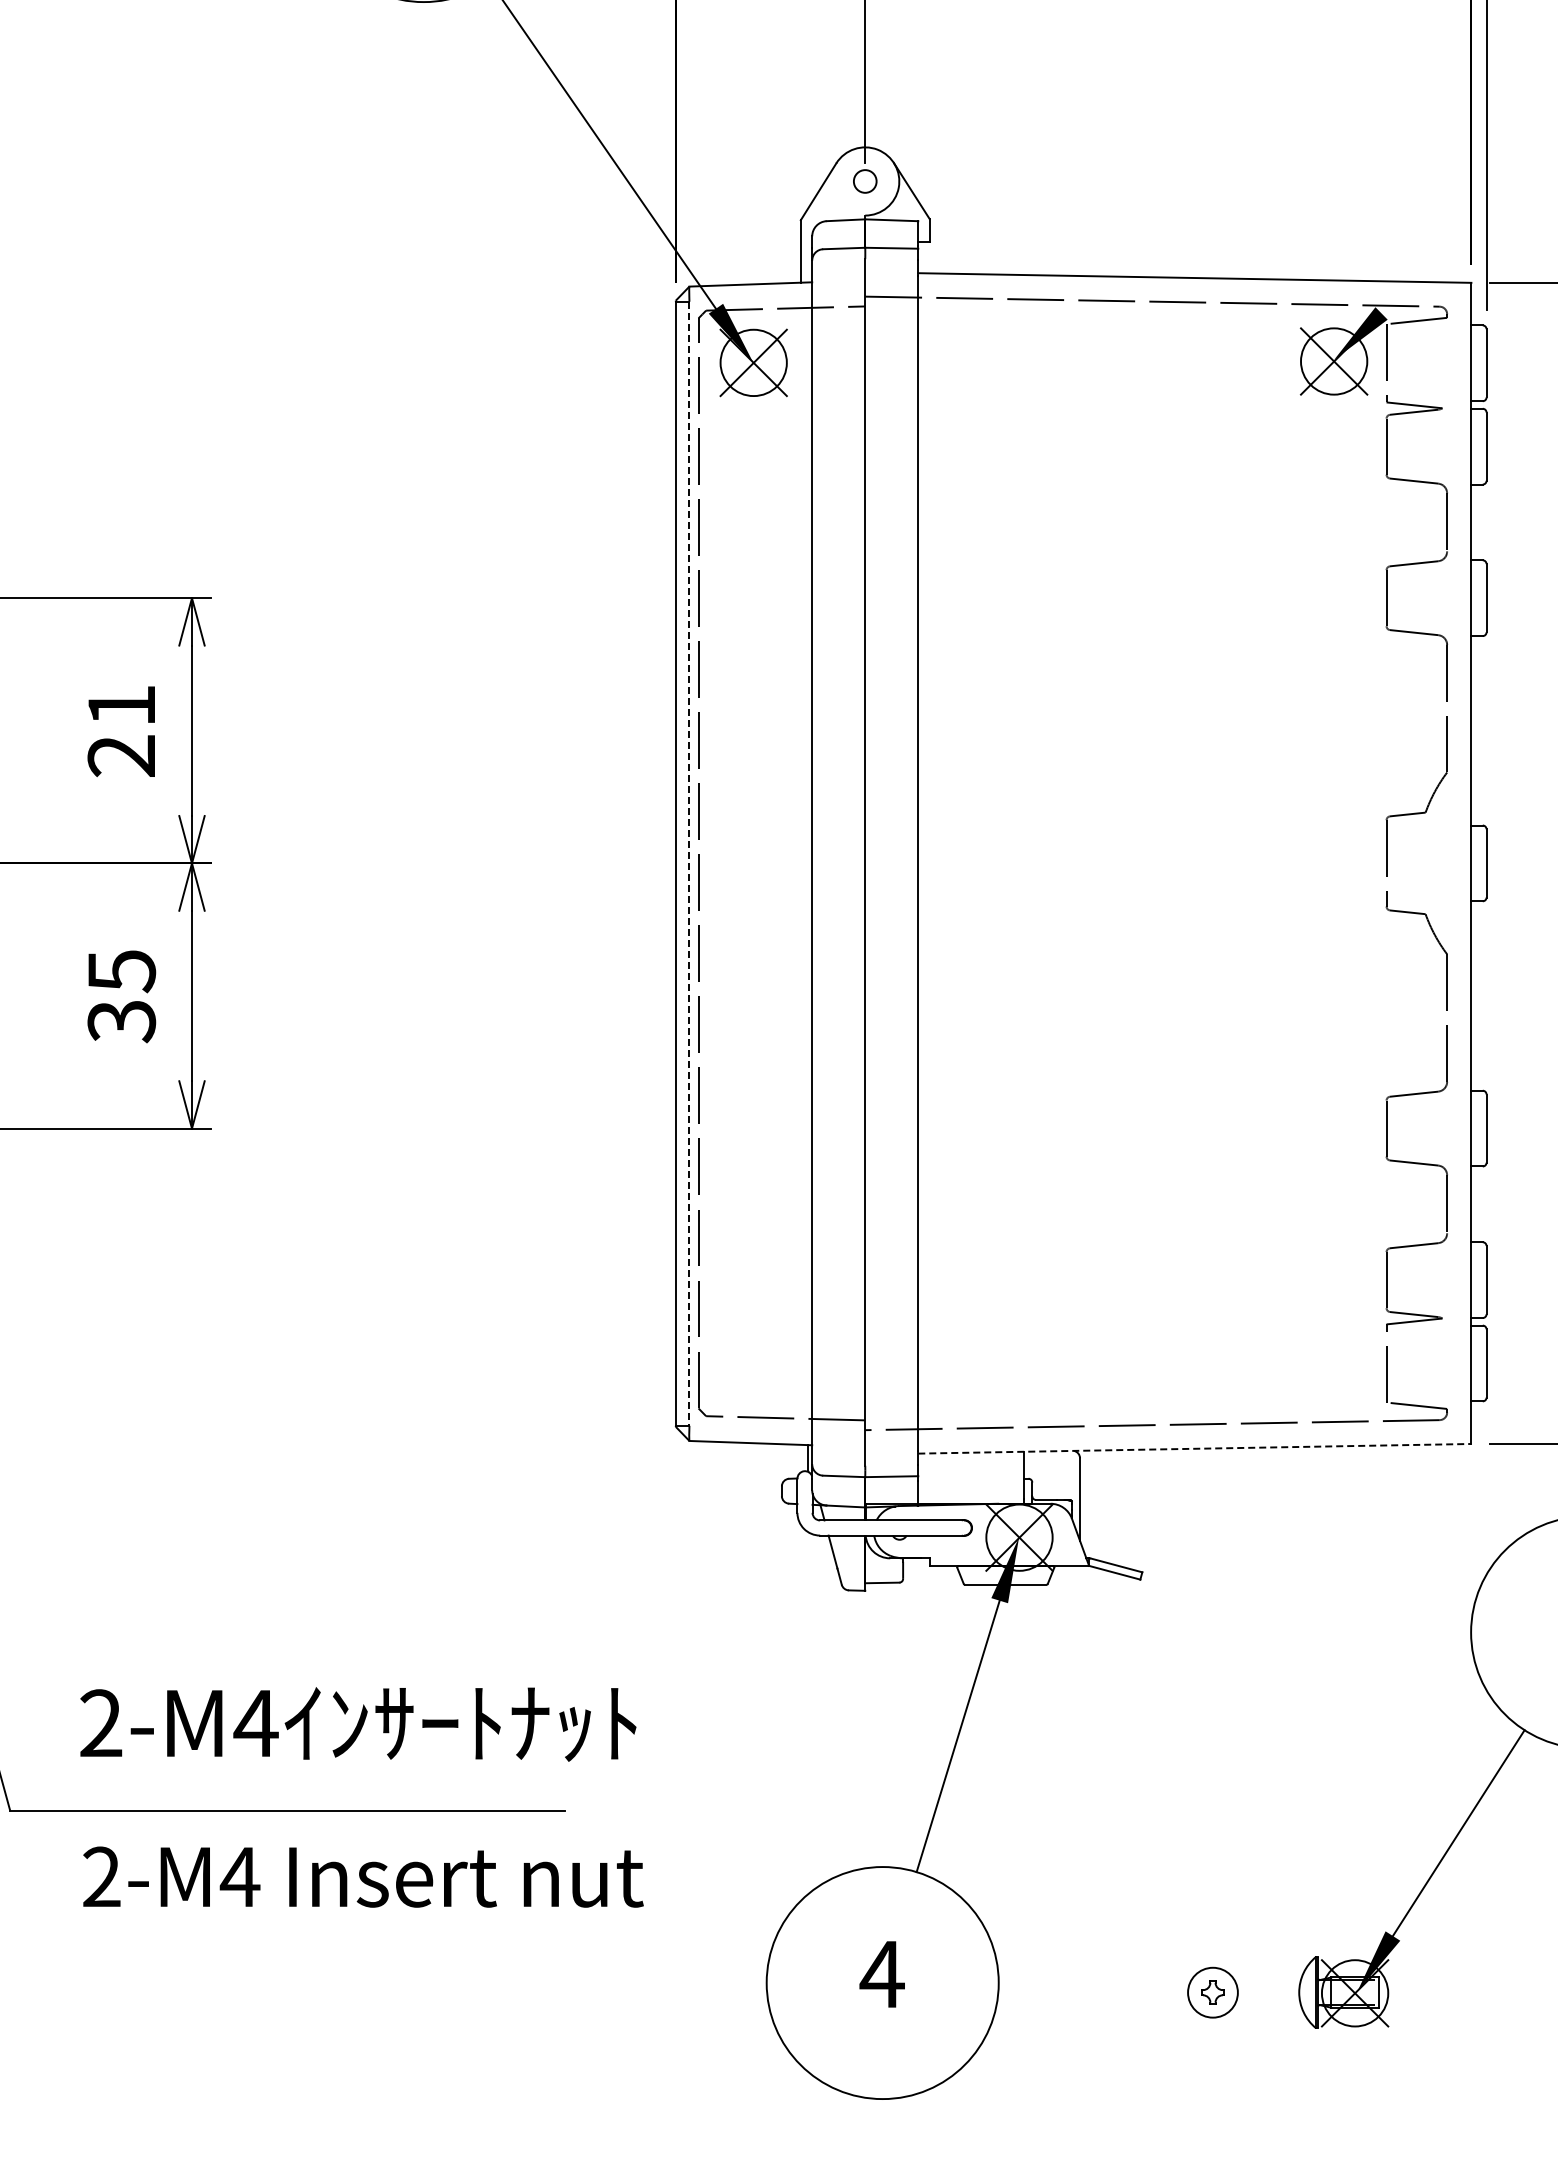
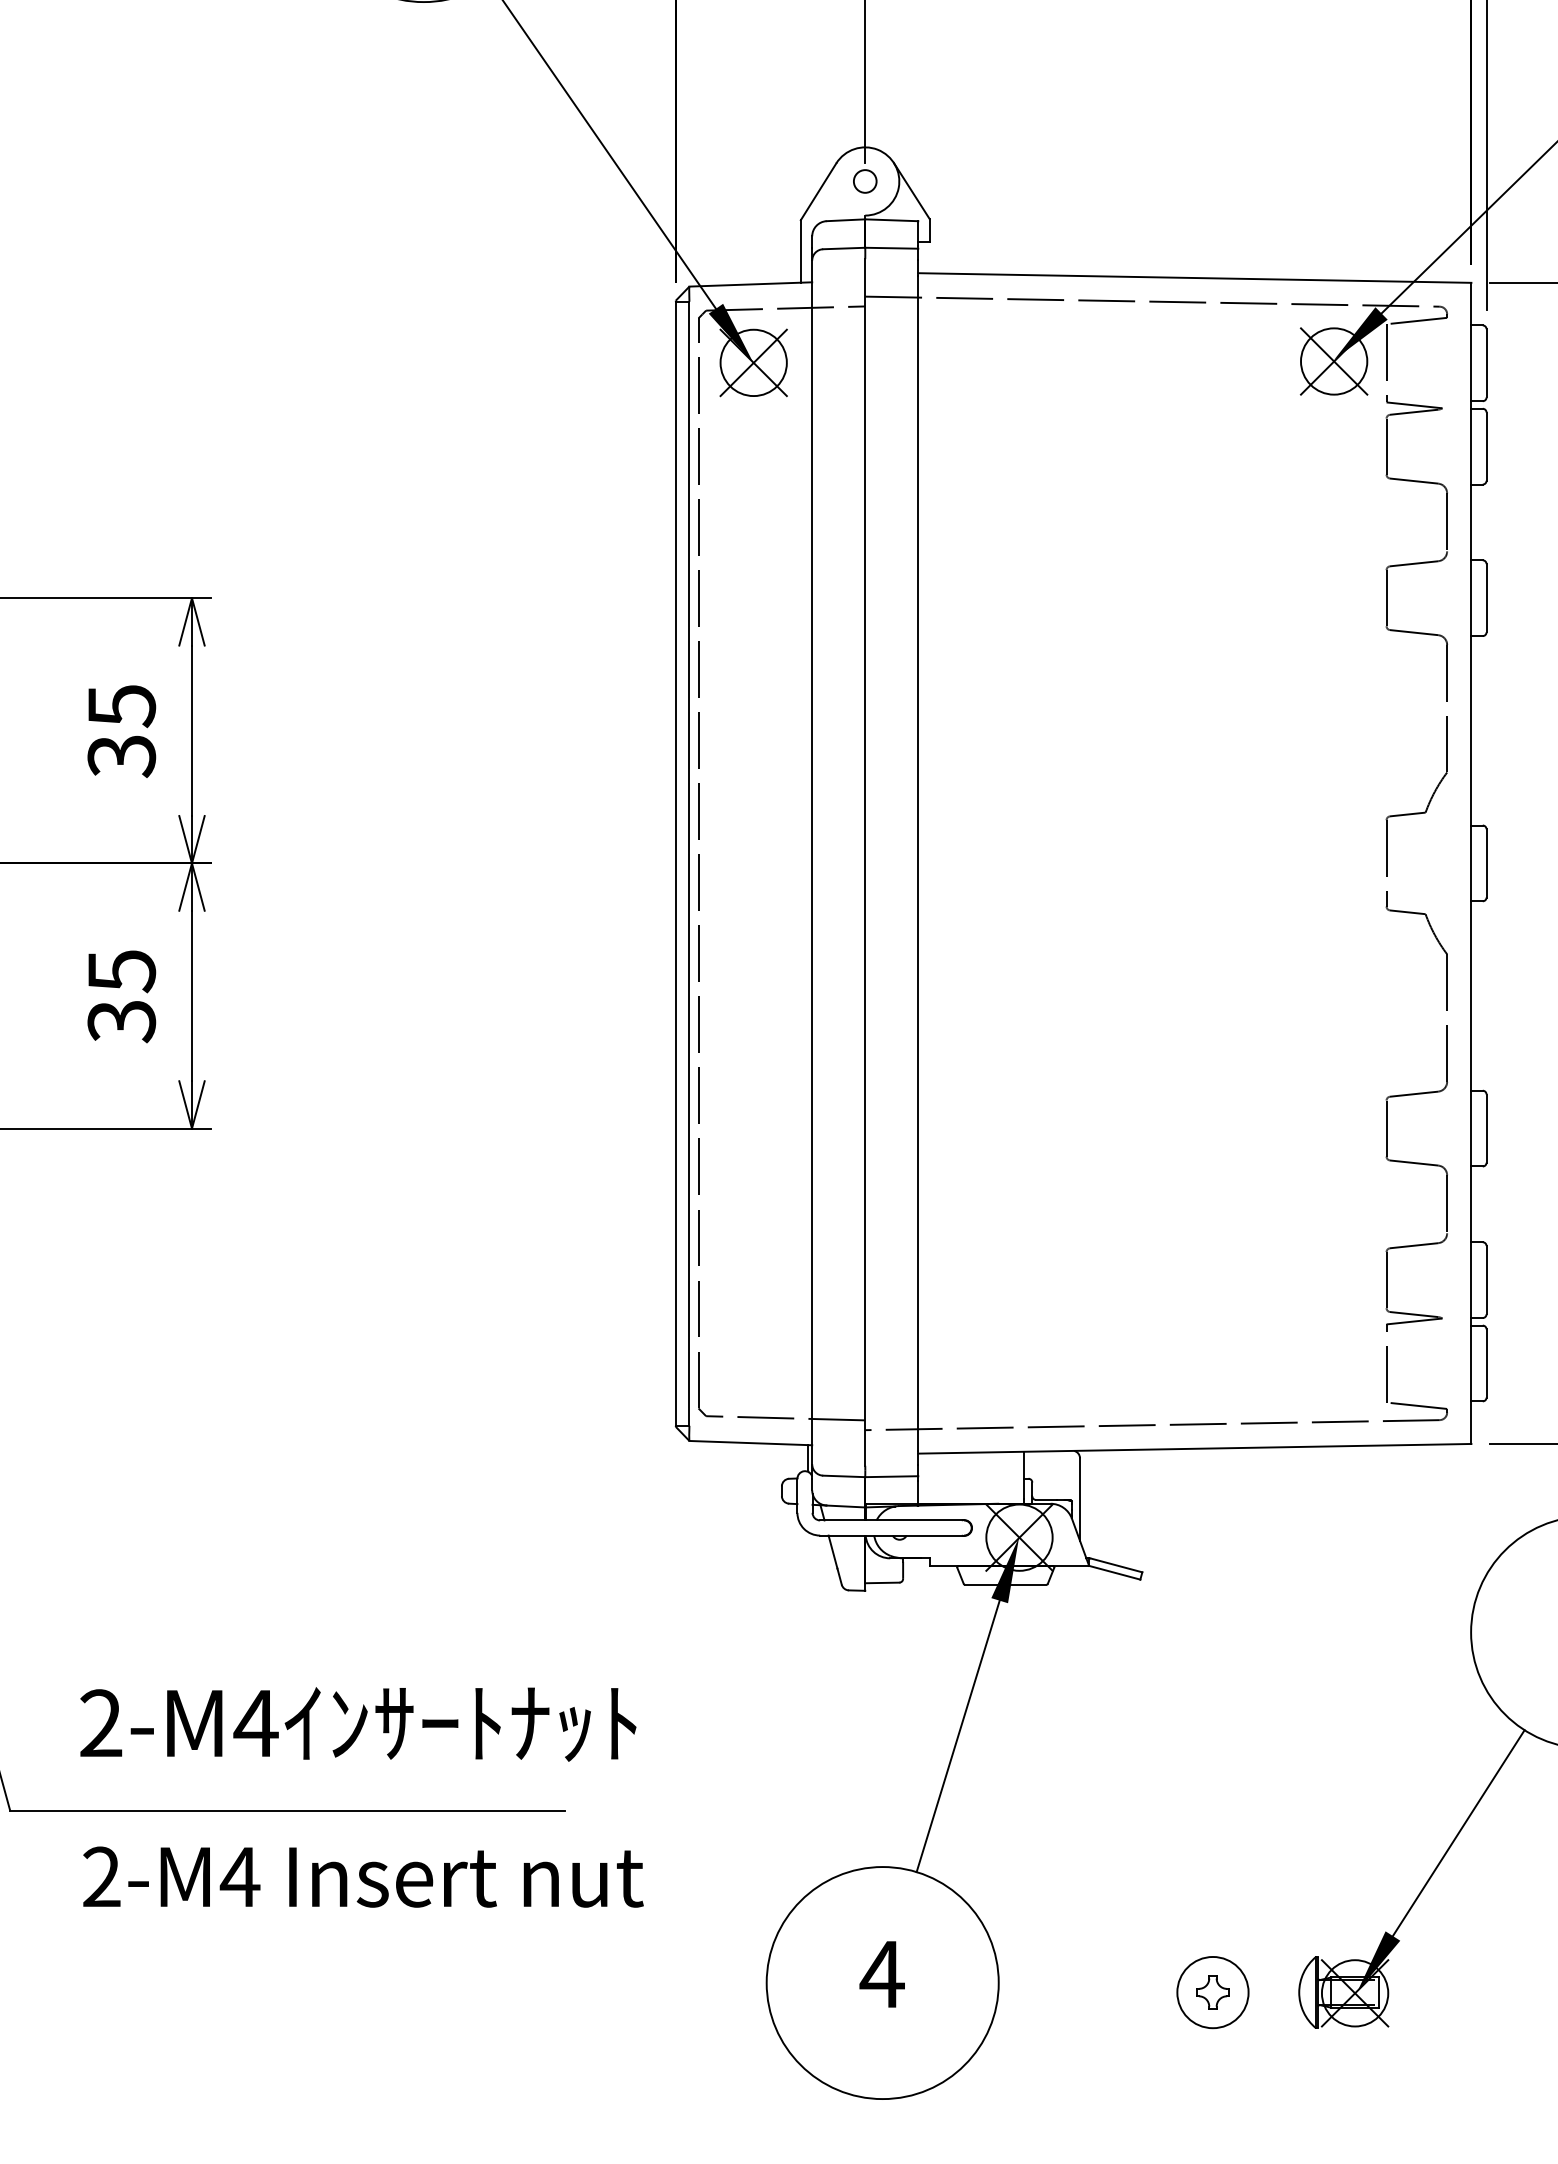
line at (1467, 228): none -> present
text at (121, 731): 21 -> 35
line at (689, 864): dashed -> solid
line at (1194, 1448): dashed -> solid
part at (1212, 1992) size: 52x53 px -> 74x74 px
